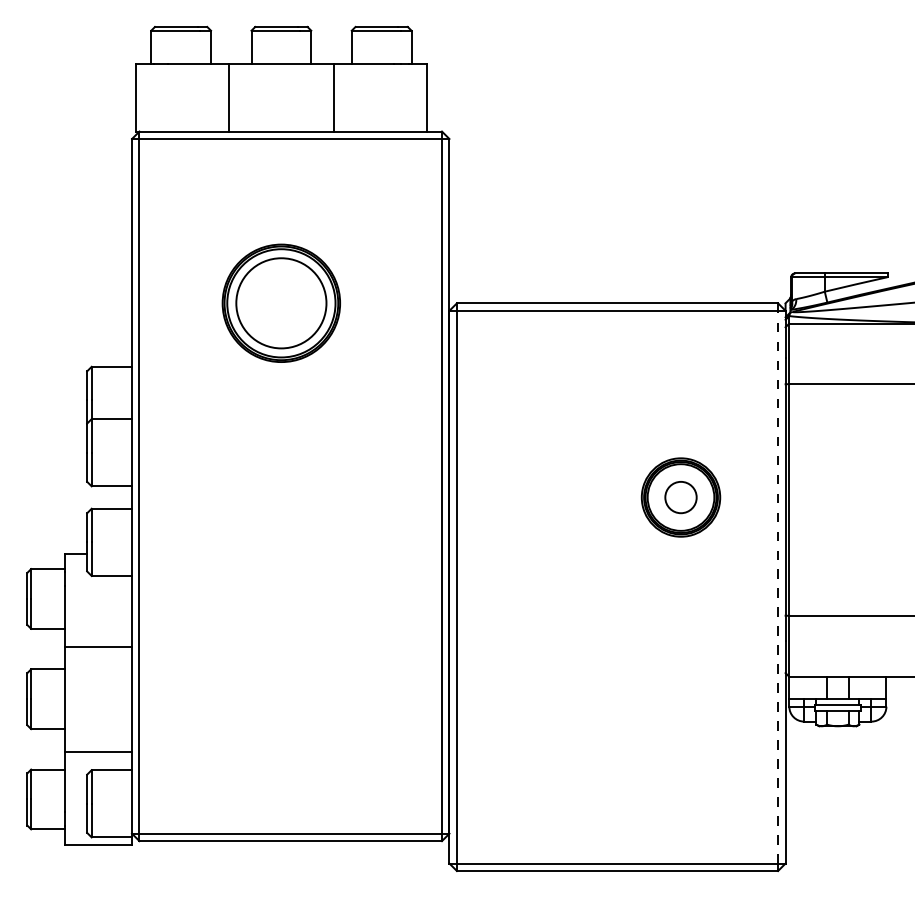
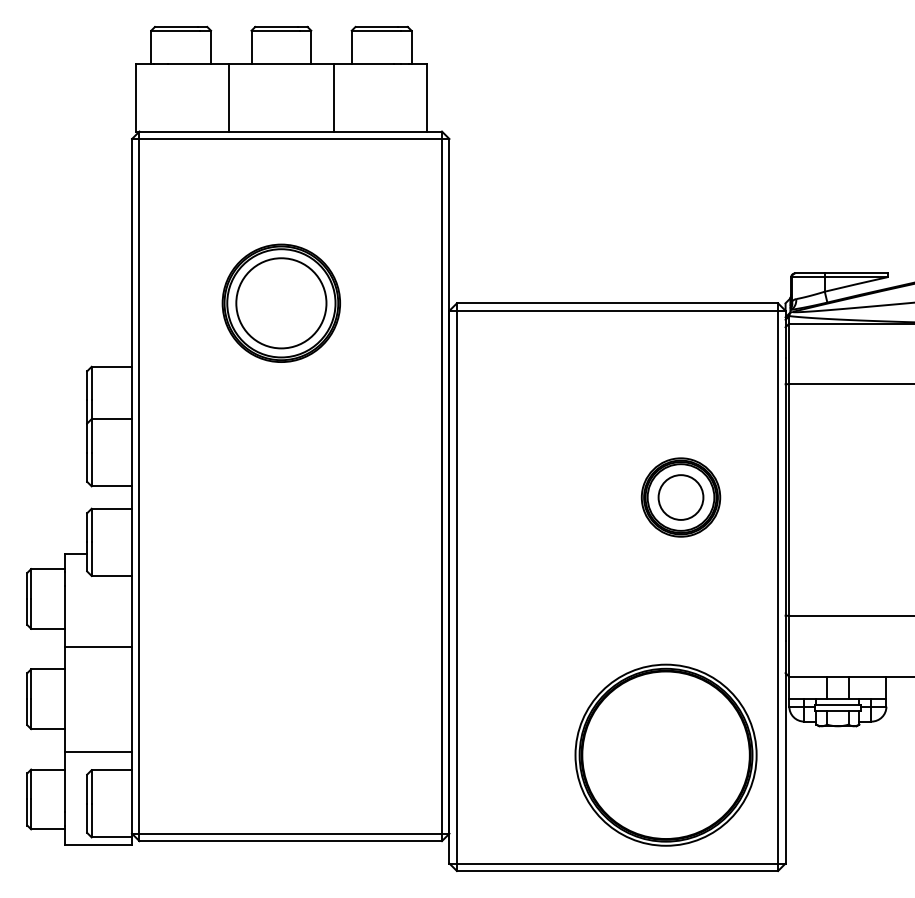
circle at (680, 497) diameter: 31 px -> 45 px
line at (778, 586): dashed -> solid
part at (665, 754): none -> present
